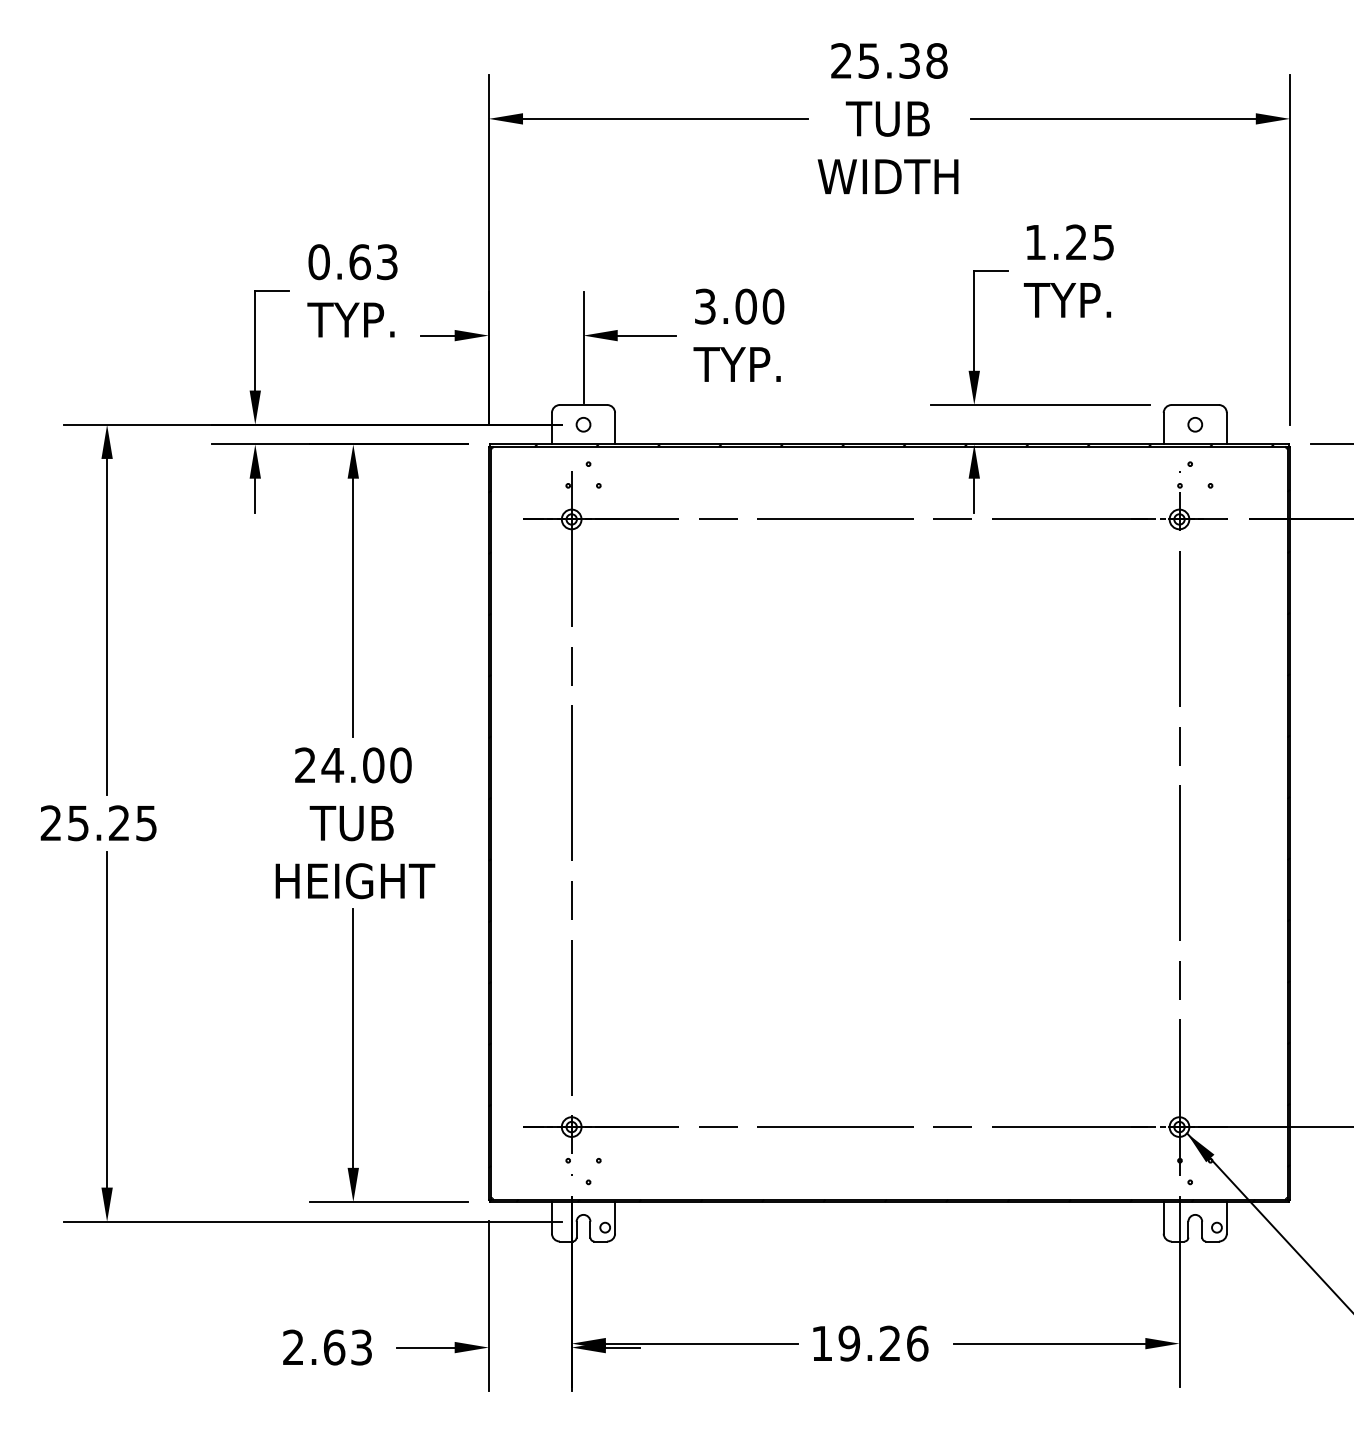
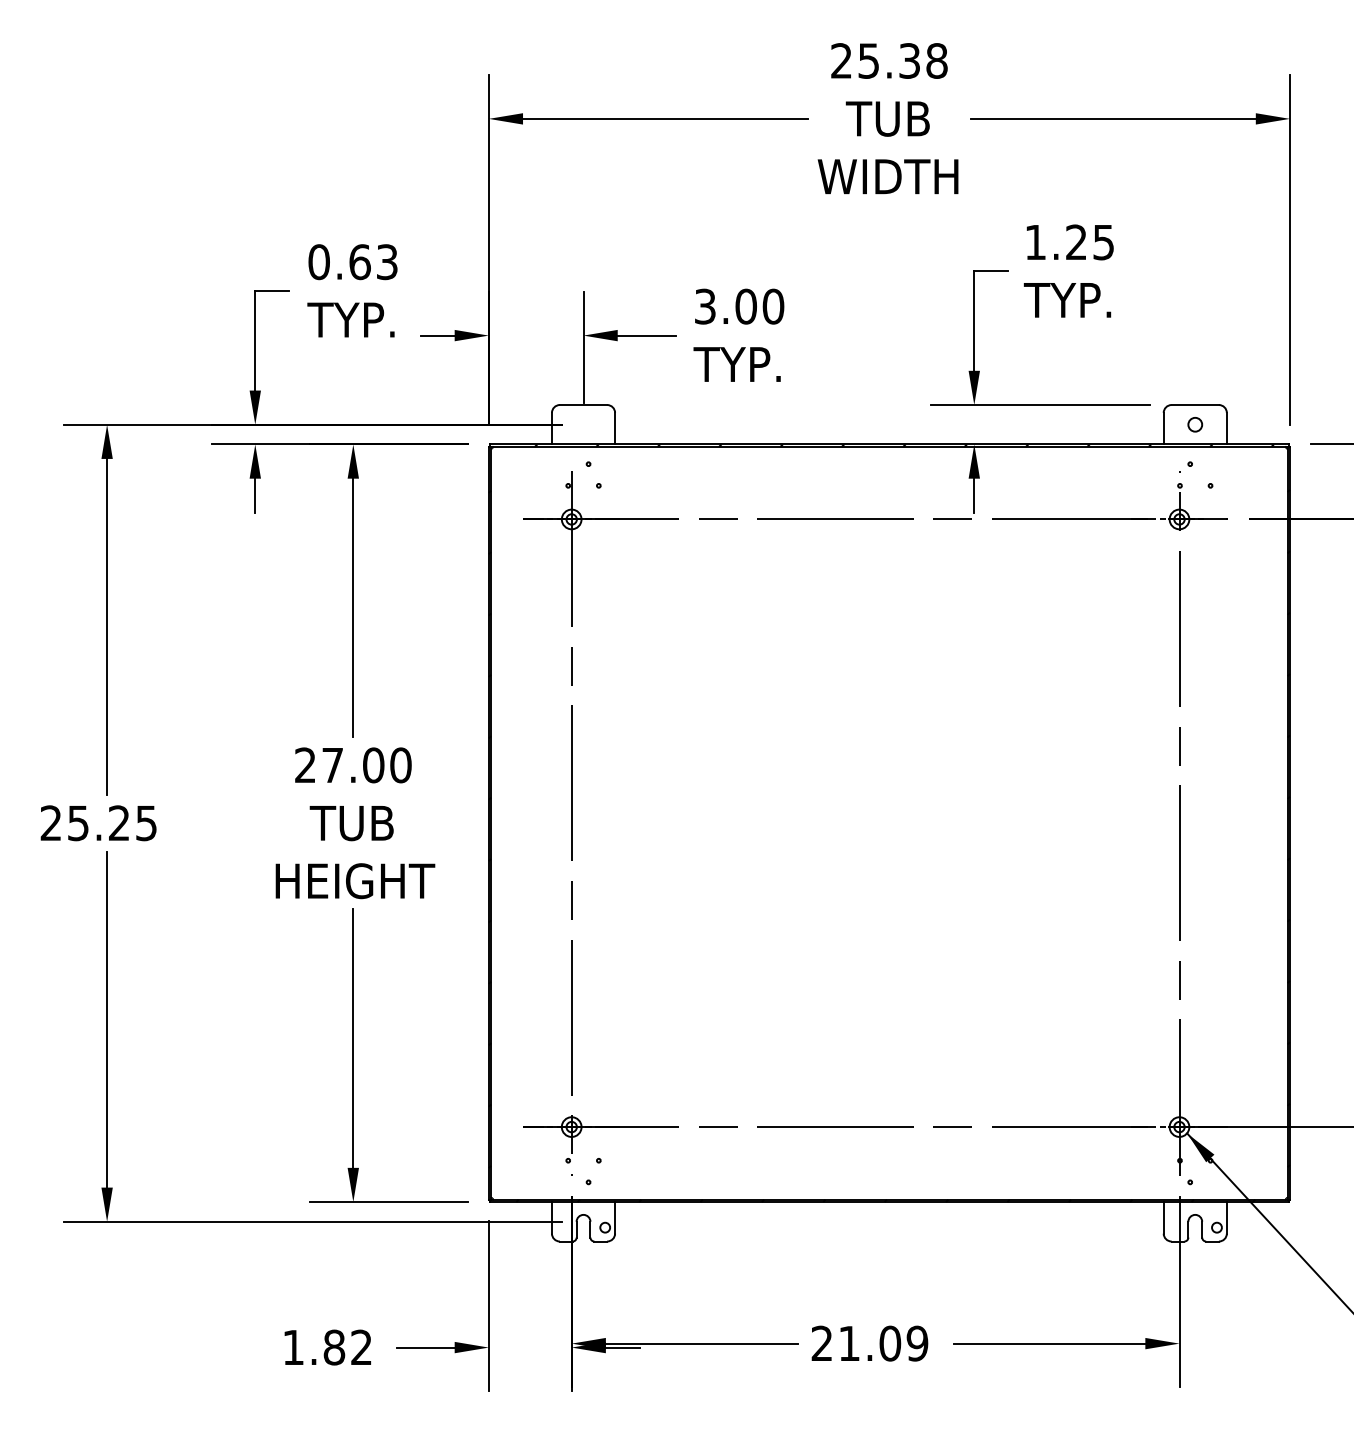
circle at (583, 424): present -> none
text at (332, 765): 24.00 -> 27.00
text at (869, 1343): 19.26 -> 21.09
text at (327, 1347): 2.63 -> 1.82
